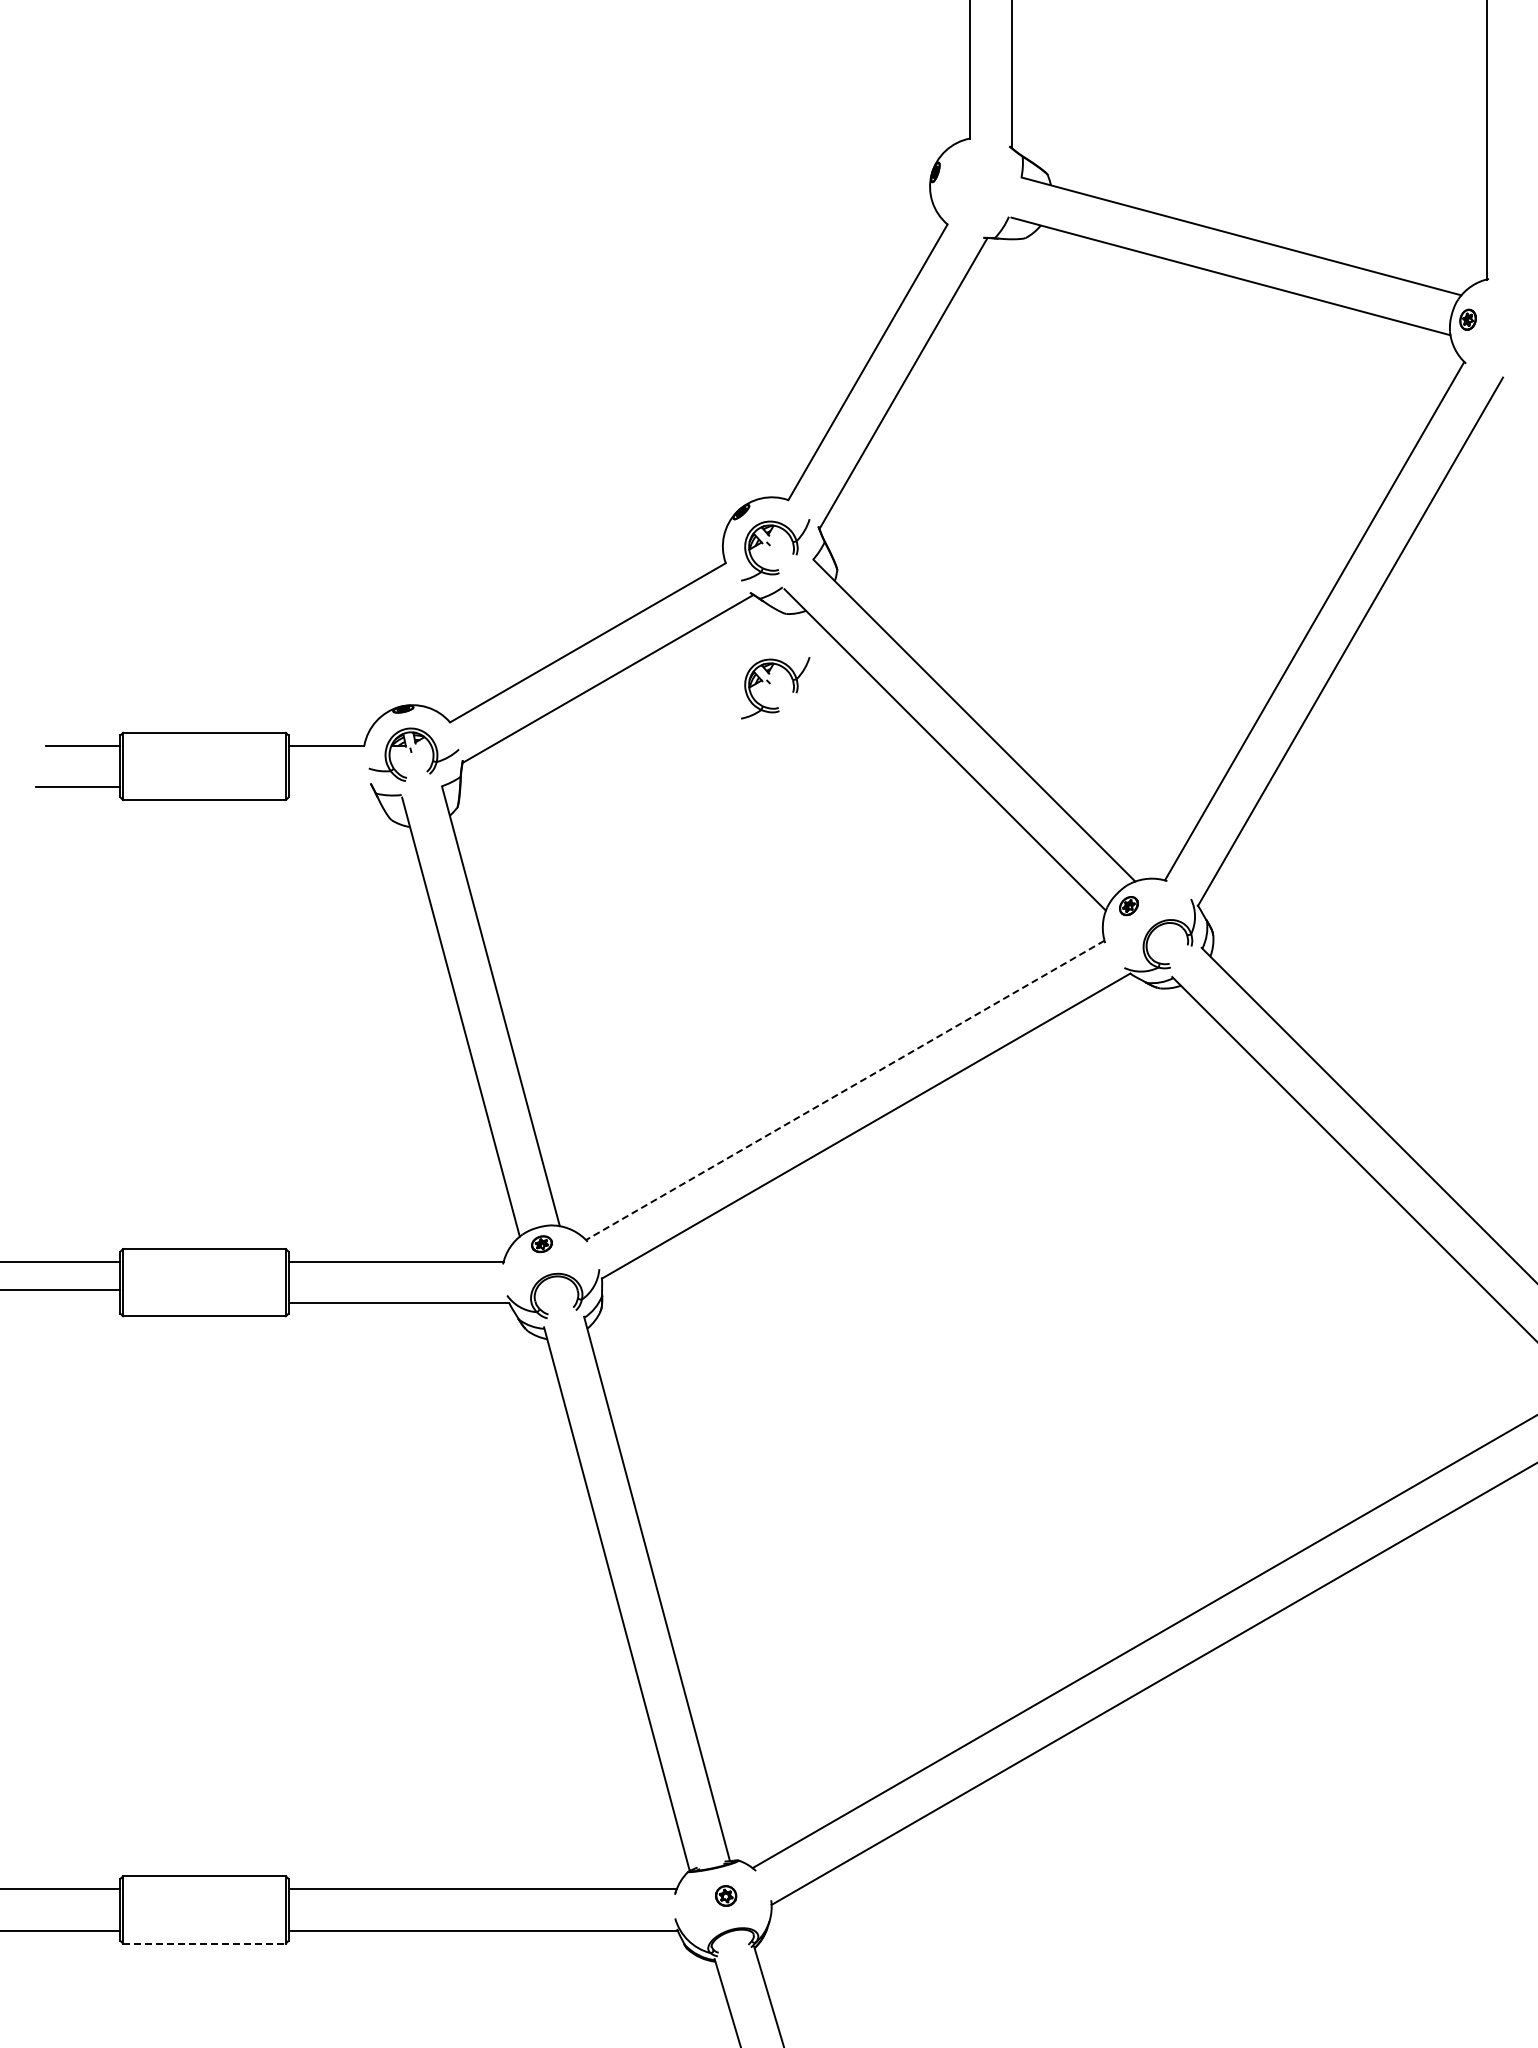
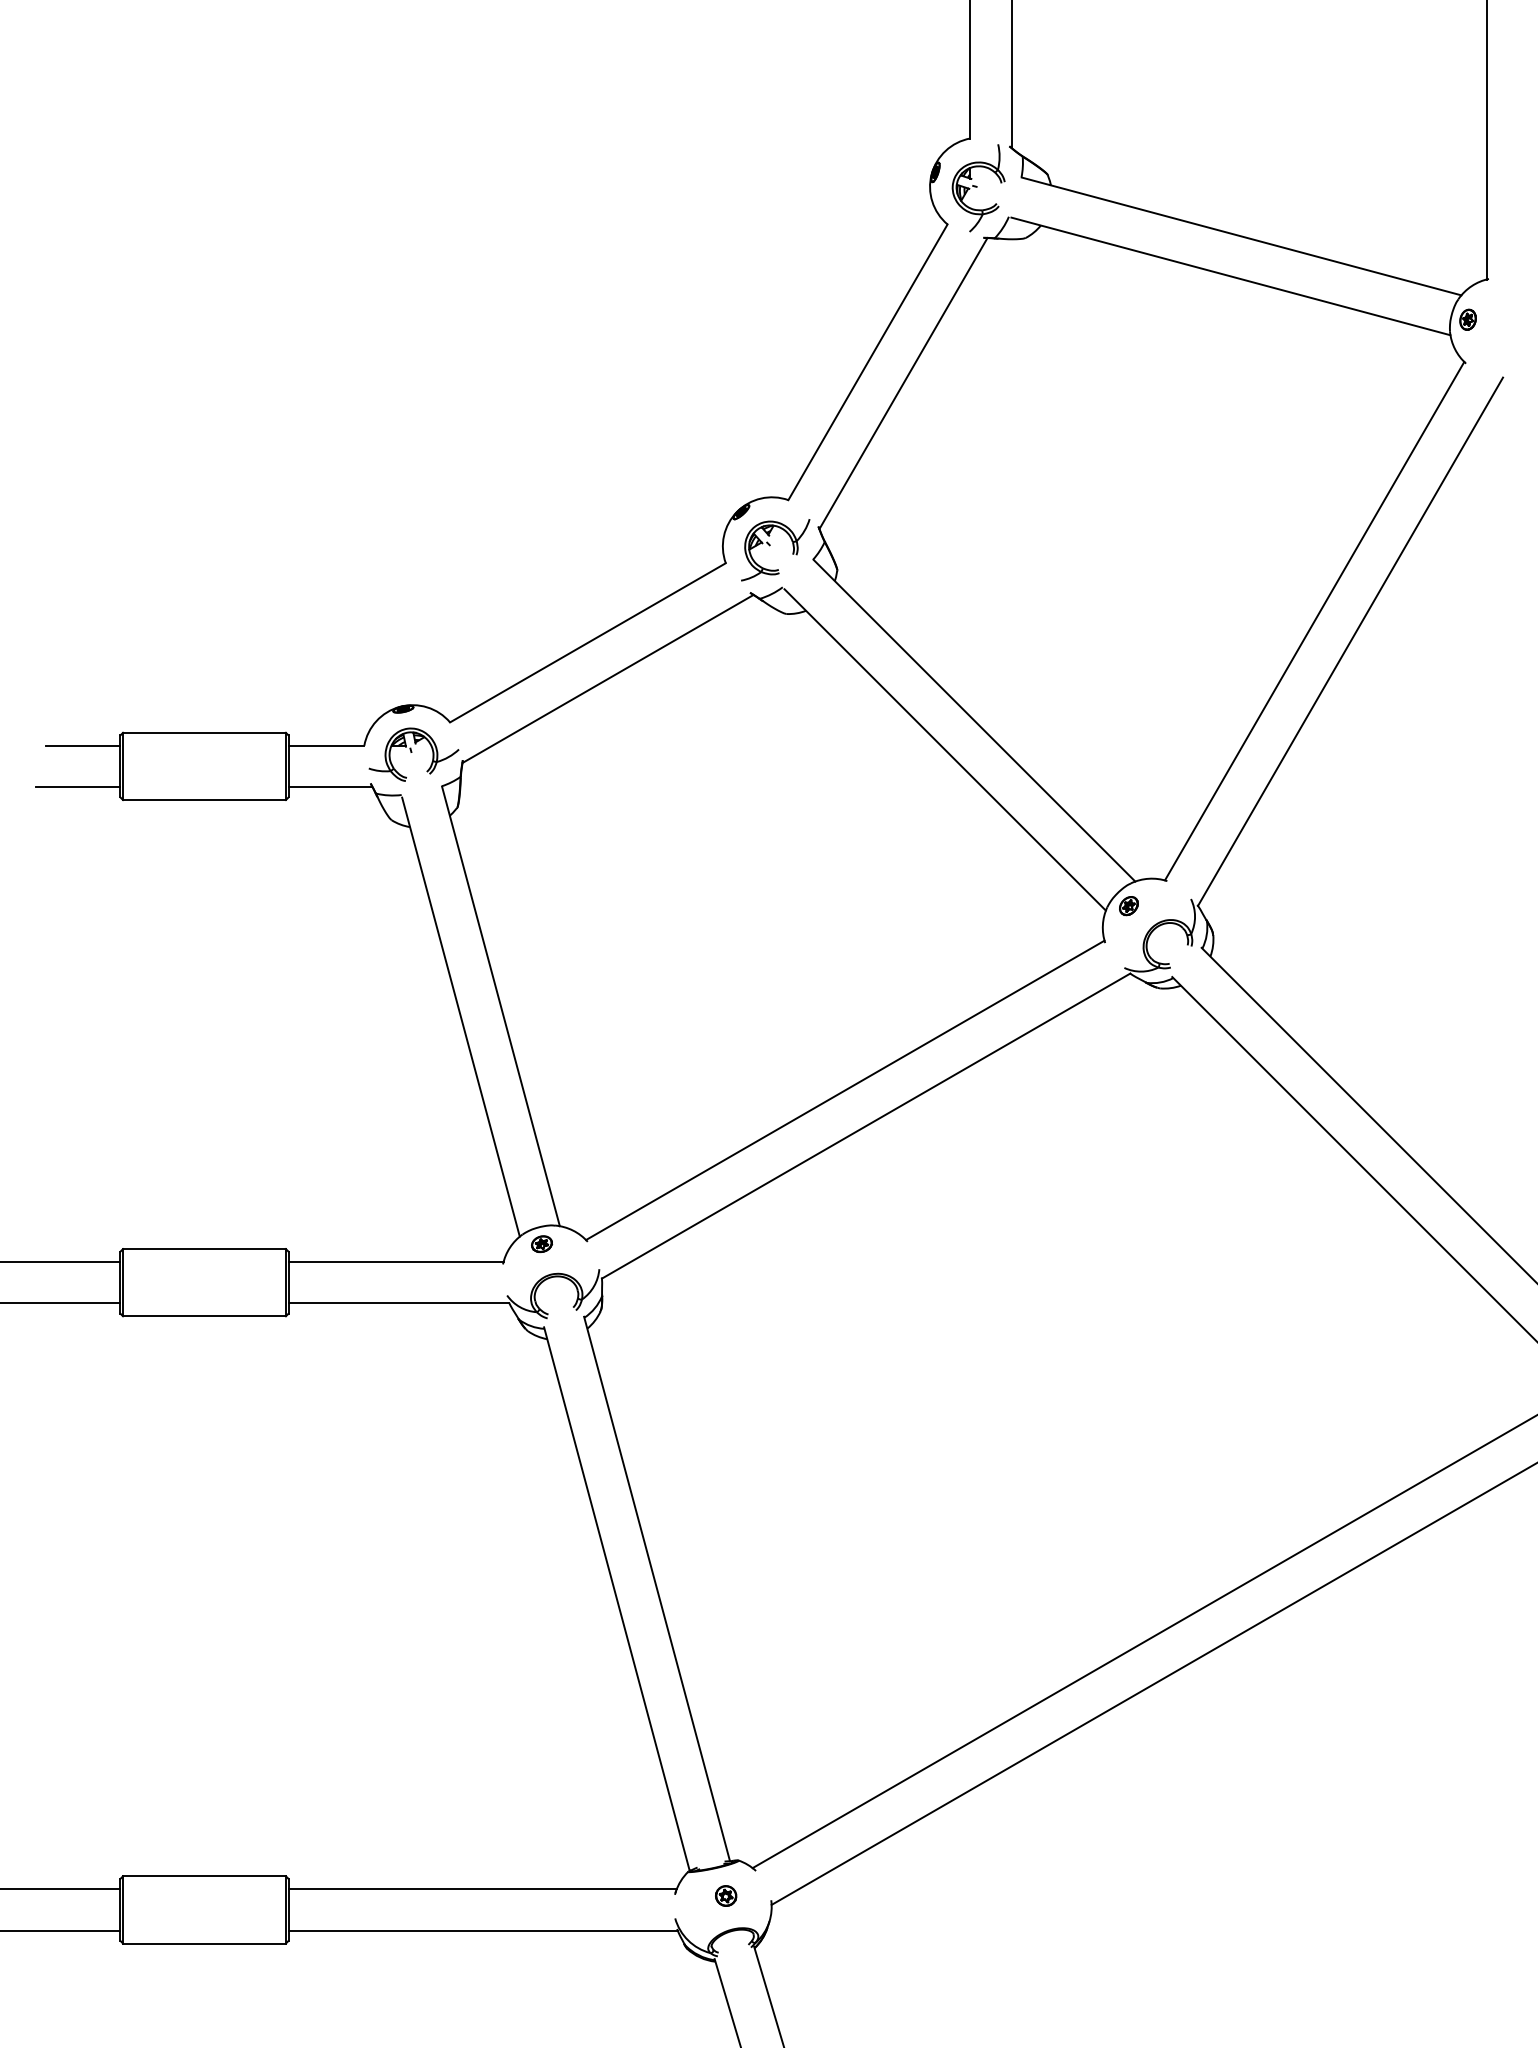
part at (978, 188): none -> present
part at (770, 683): present -> none
line at (330, 787): none -> present
line at (844, 1090): dashed -> solid
line at (61, 1290) position: (61, 1290) -> (61, 1303)
line at (205, 1943): dashed -> solid
